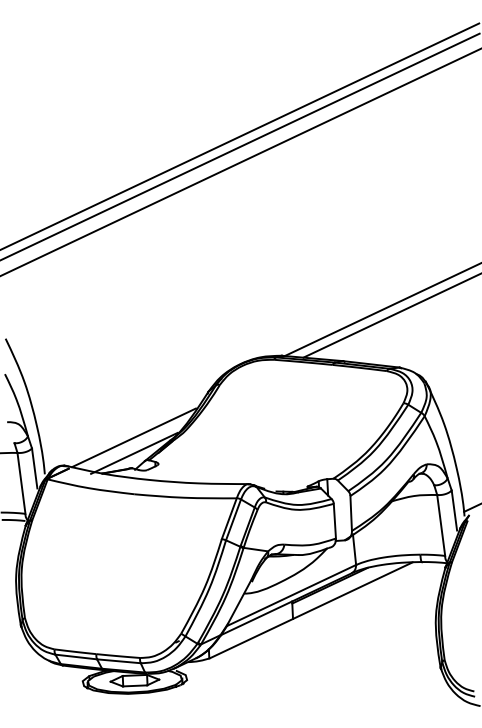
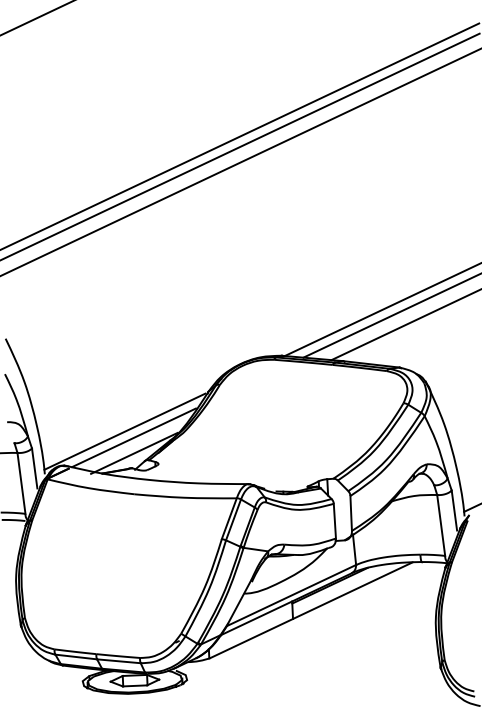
line at (36, 18): none -> present
line at (404, 325): none -> present
line at (124, 431): none -> present
